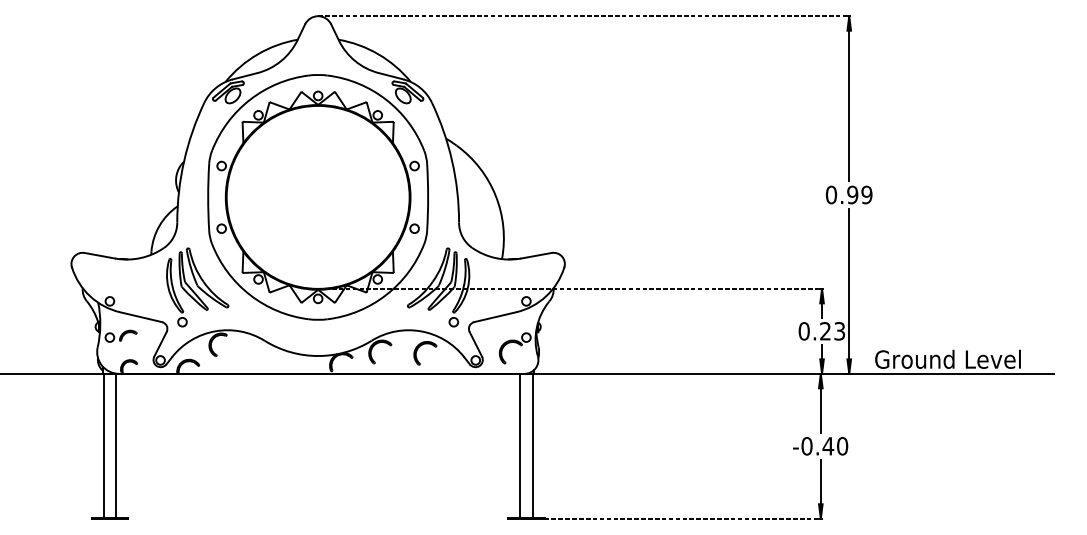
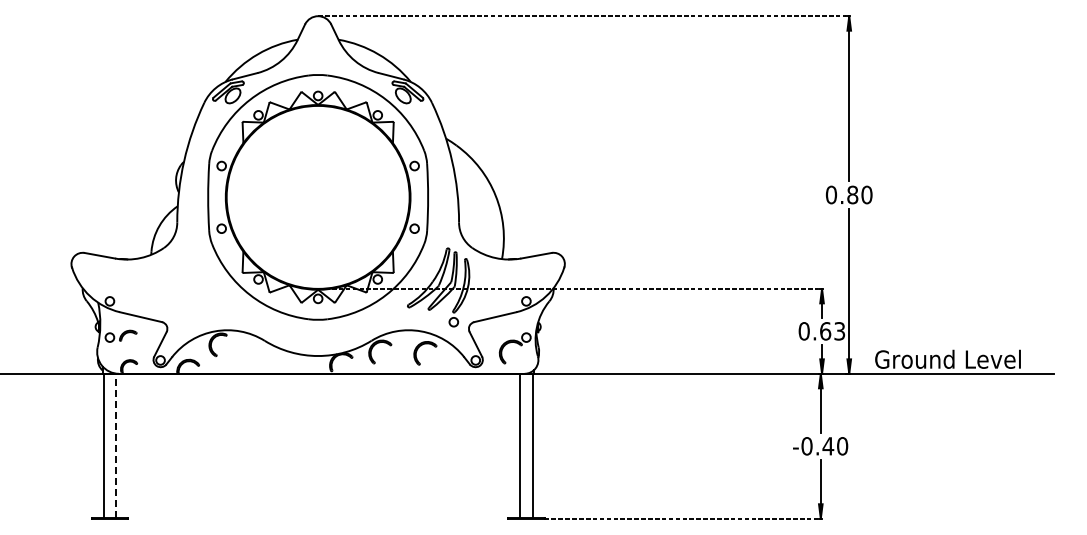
text at (859, 194): 0.99 -> 0.80
part at (197, 287): present -> none
text at (825, 331): 0.23 -> 0.63
line at (116, 445): solid -> dashed
